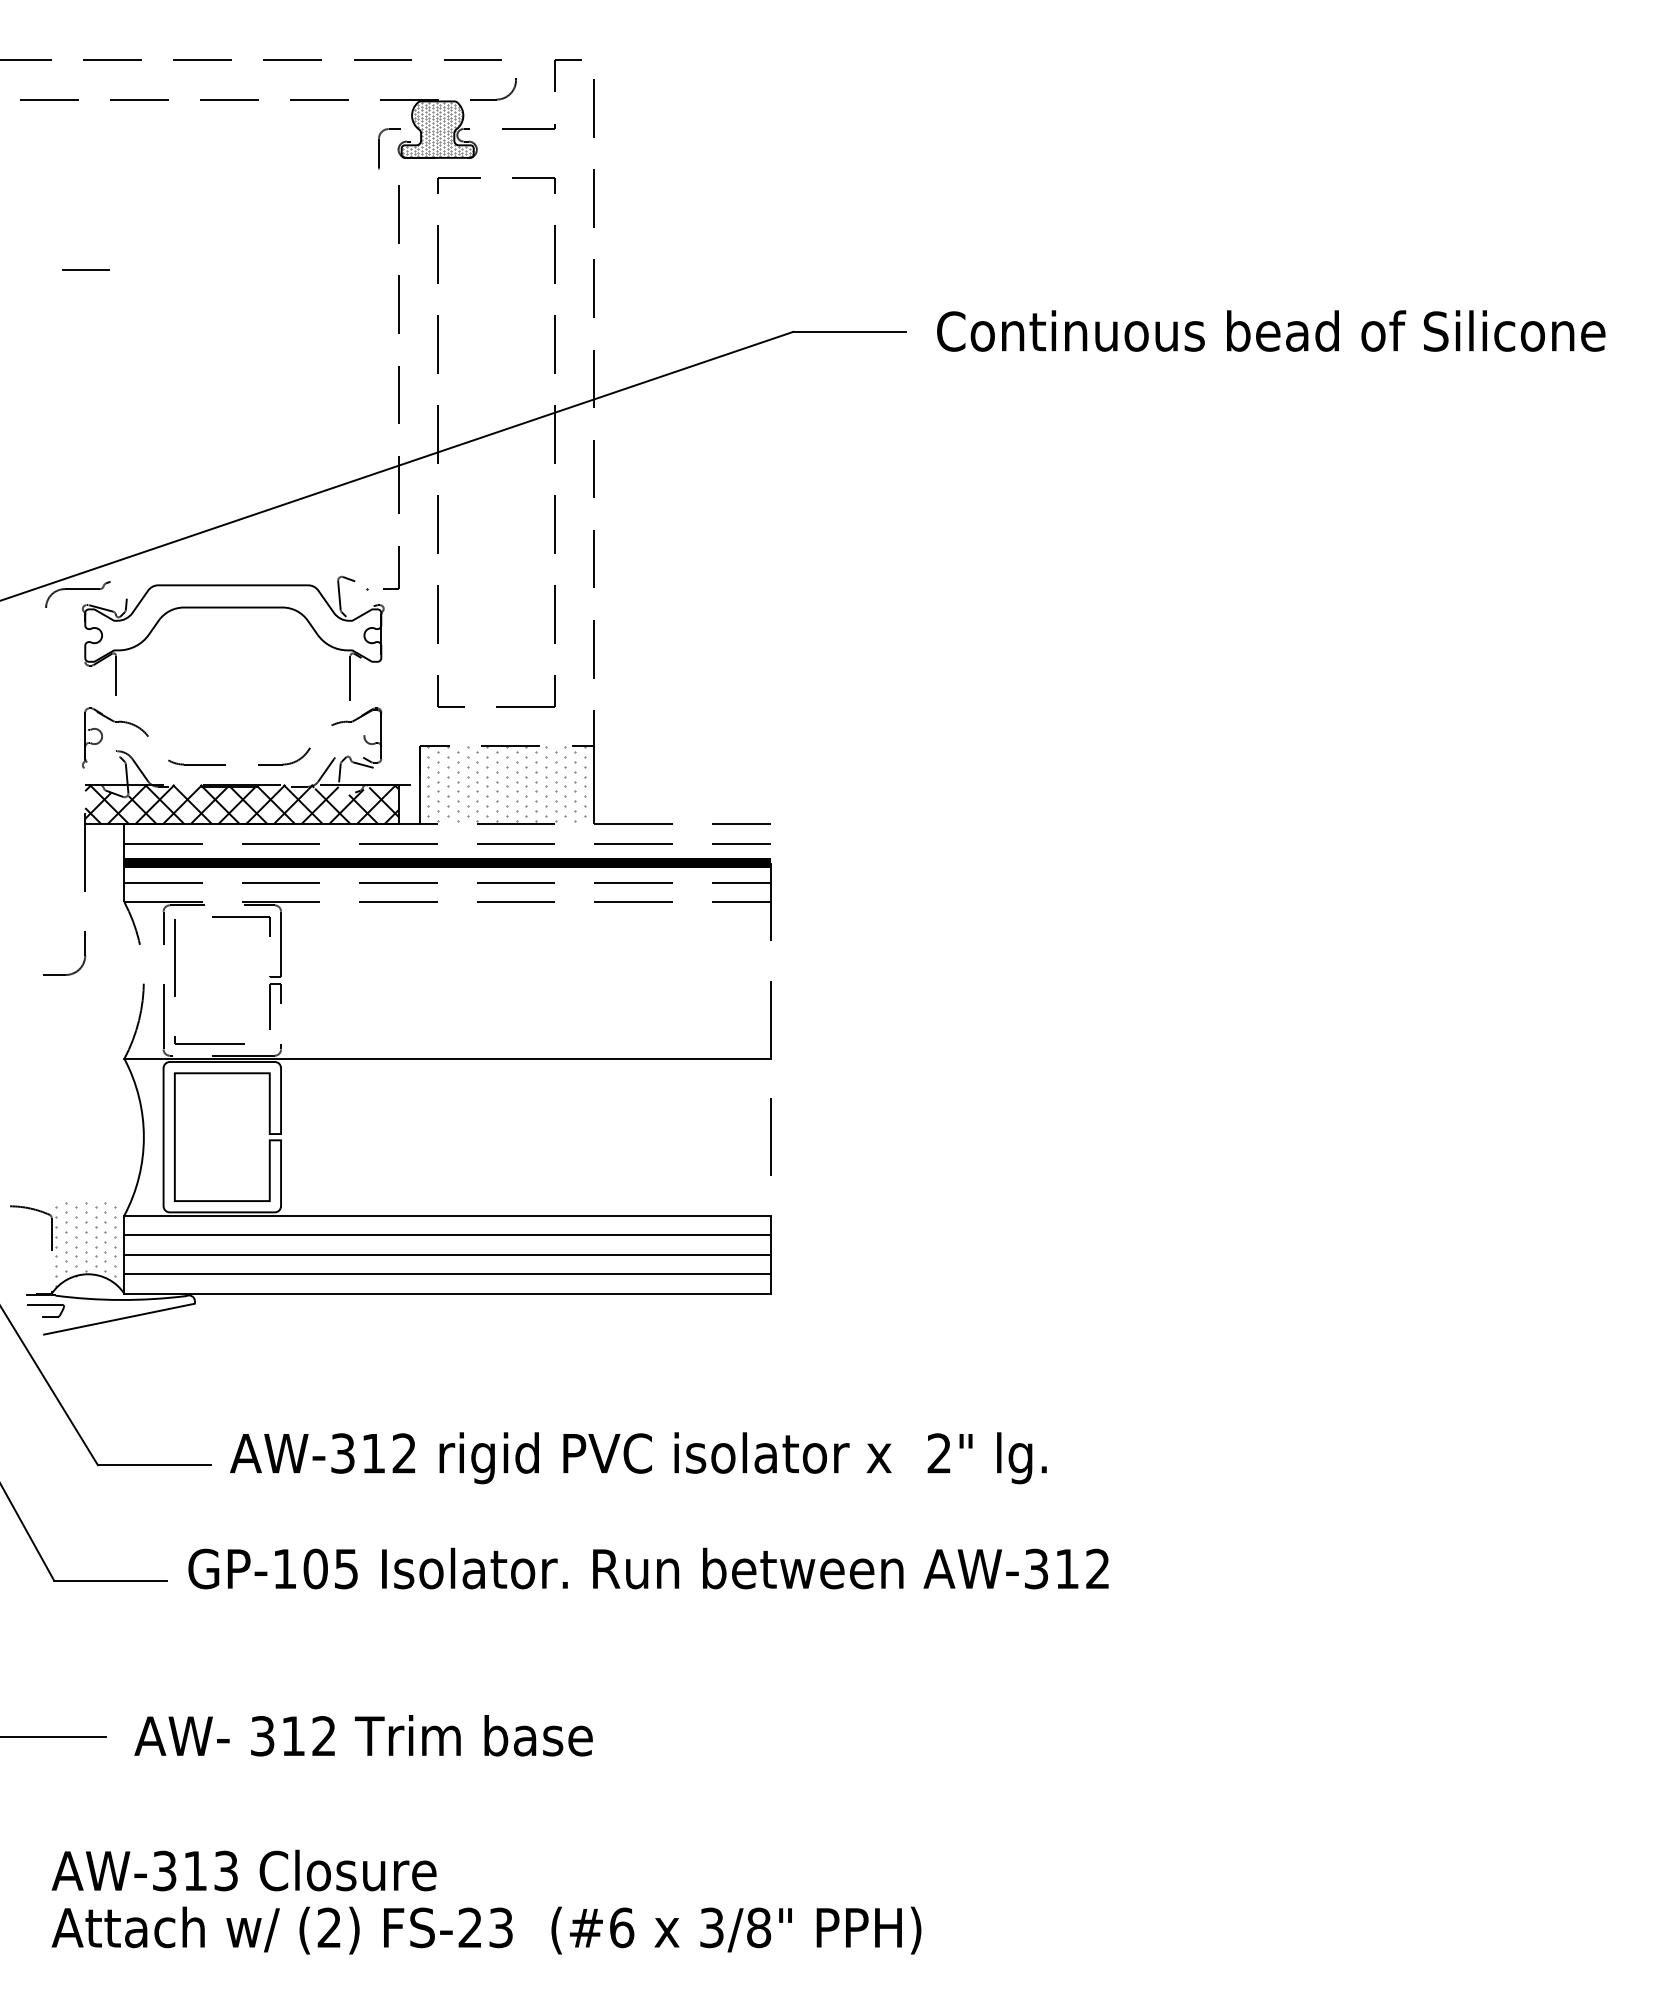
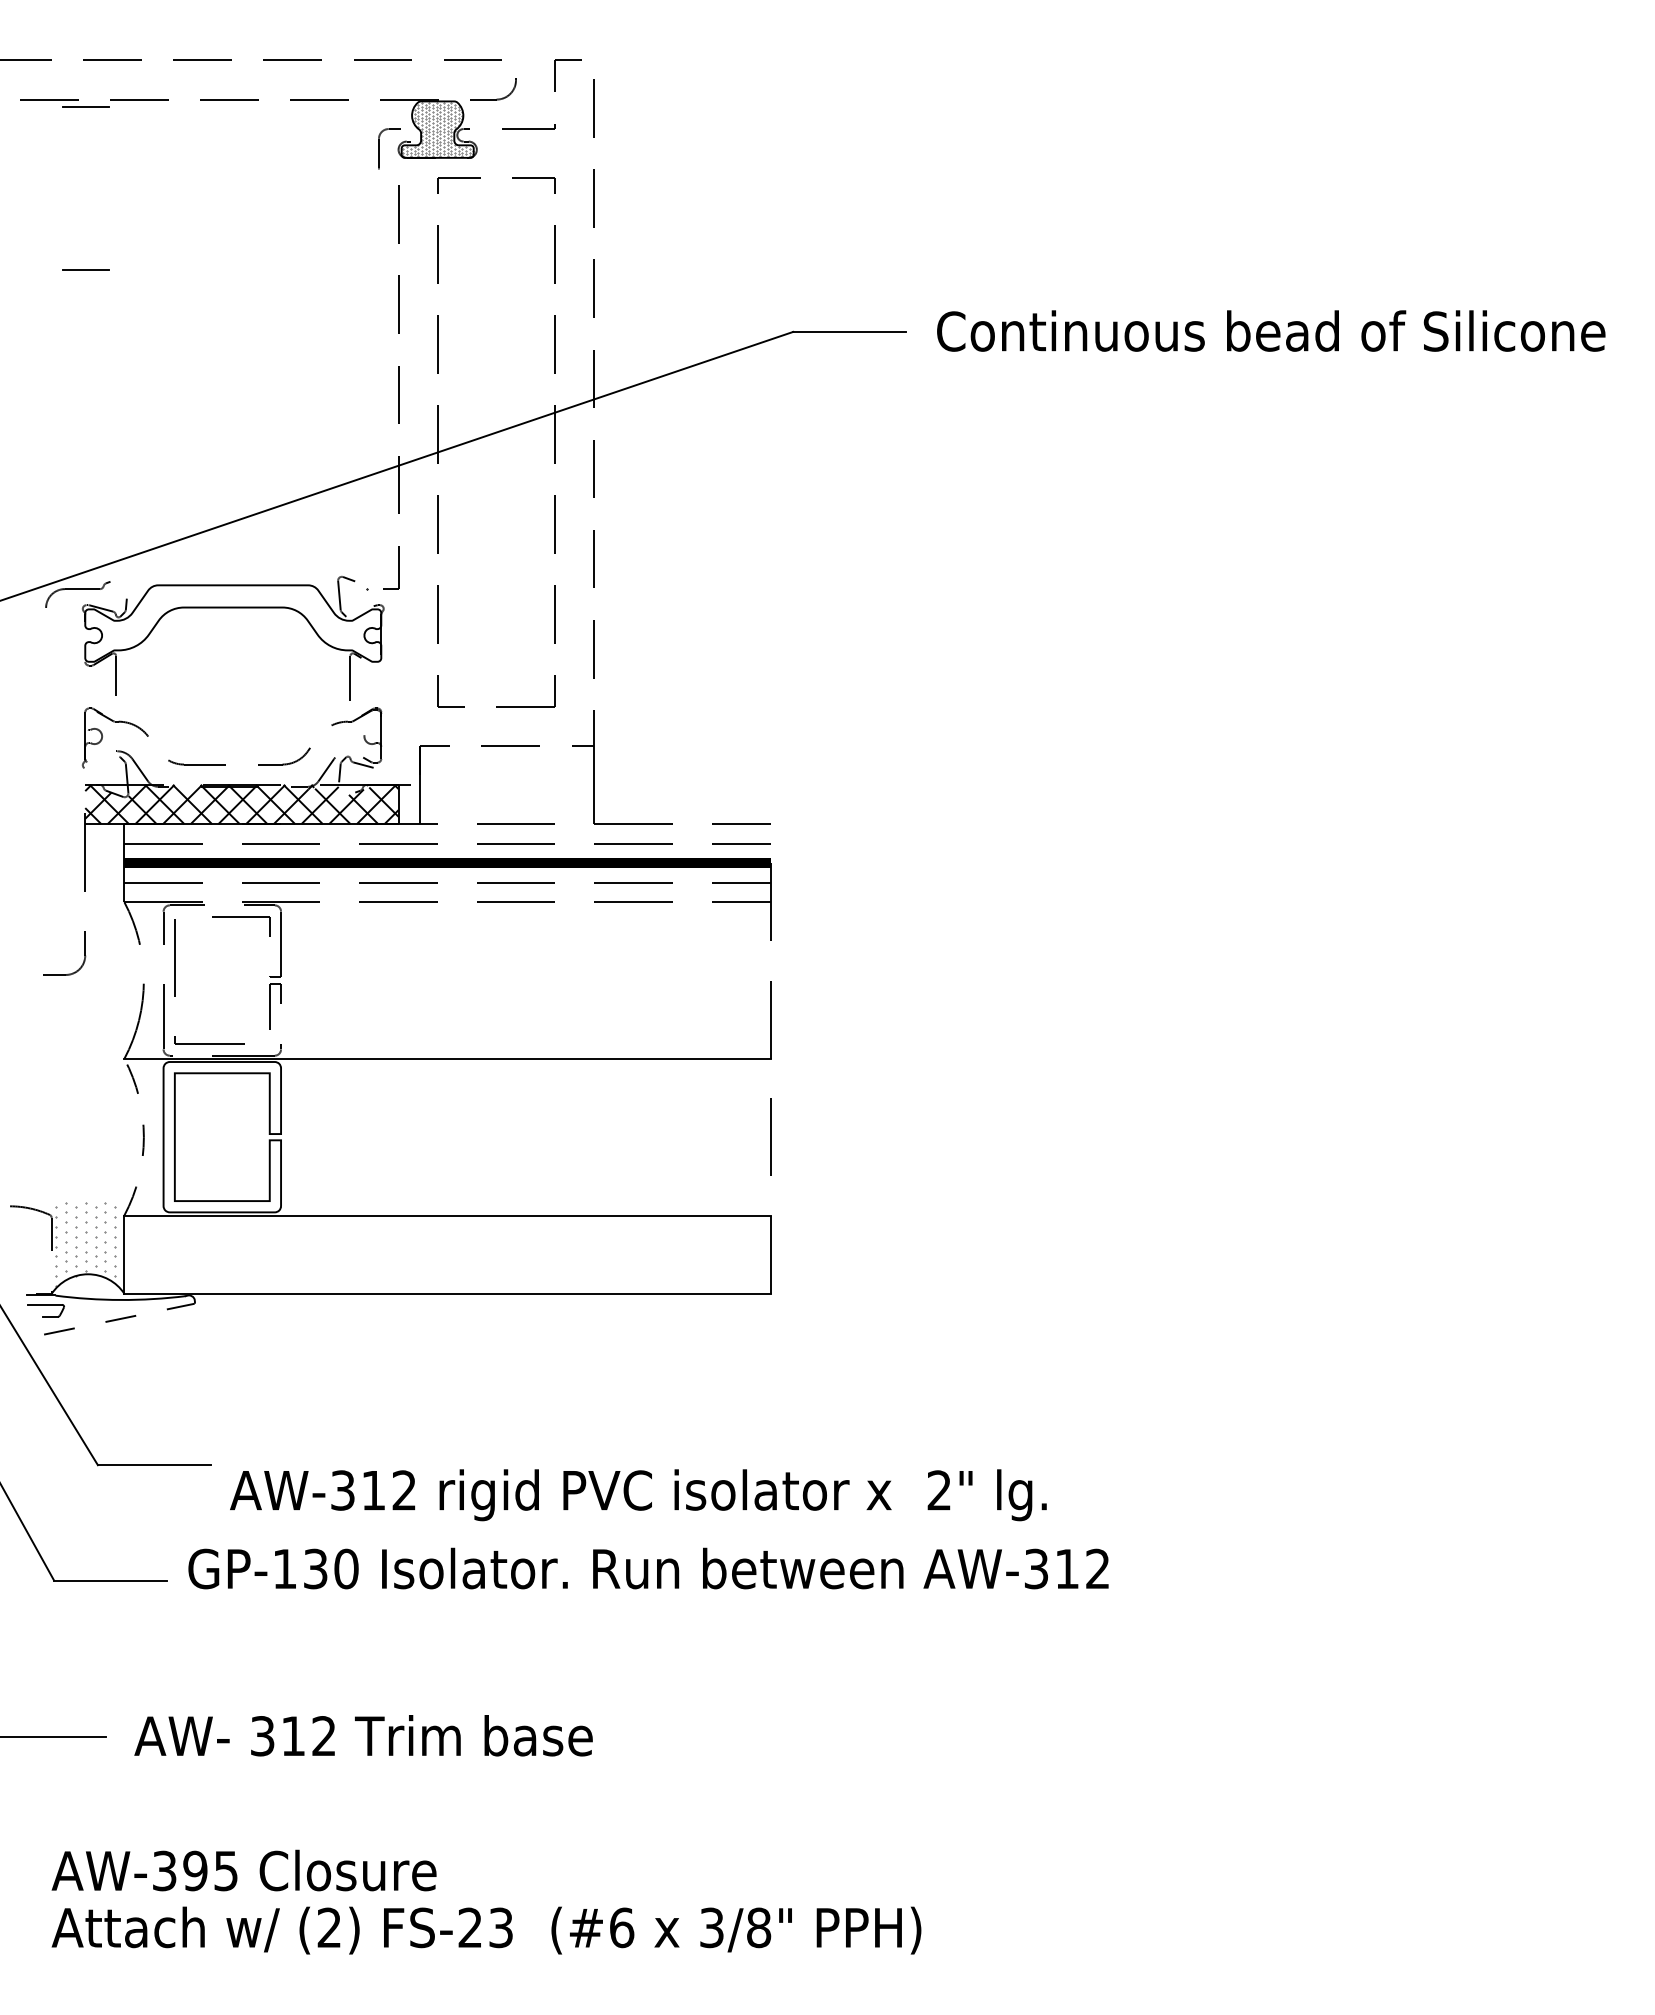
line at (85, 106): none -> present
hatch at (506, 783): present -> none
arc at (143, 1137): solid -> dashed
line at (447, 1235): present -> none
line at (447, 1254): present -> none
line at (447, 1274): present -> none
line at (119, 1319): solid -> dashed
text at (638, 1458) position: (638, 1458) -> (638, 1495)
text at (330, 1568): GP-105 -> GP-130
text at (210, 1870): AW-313 -> AW-395
